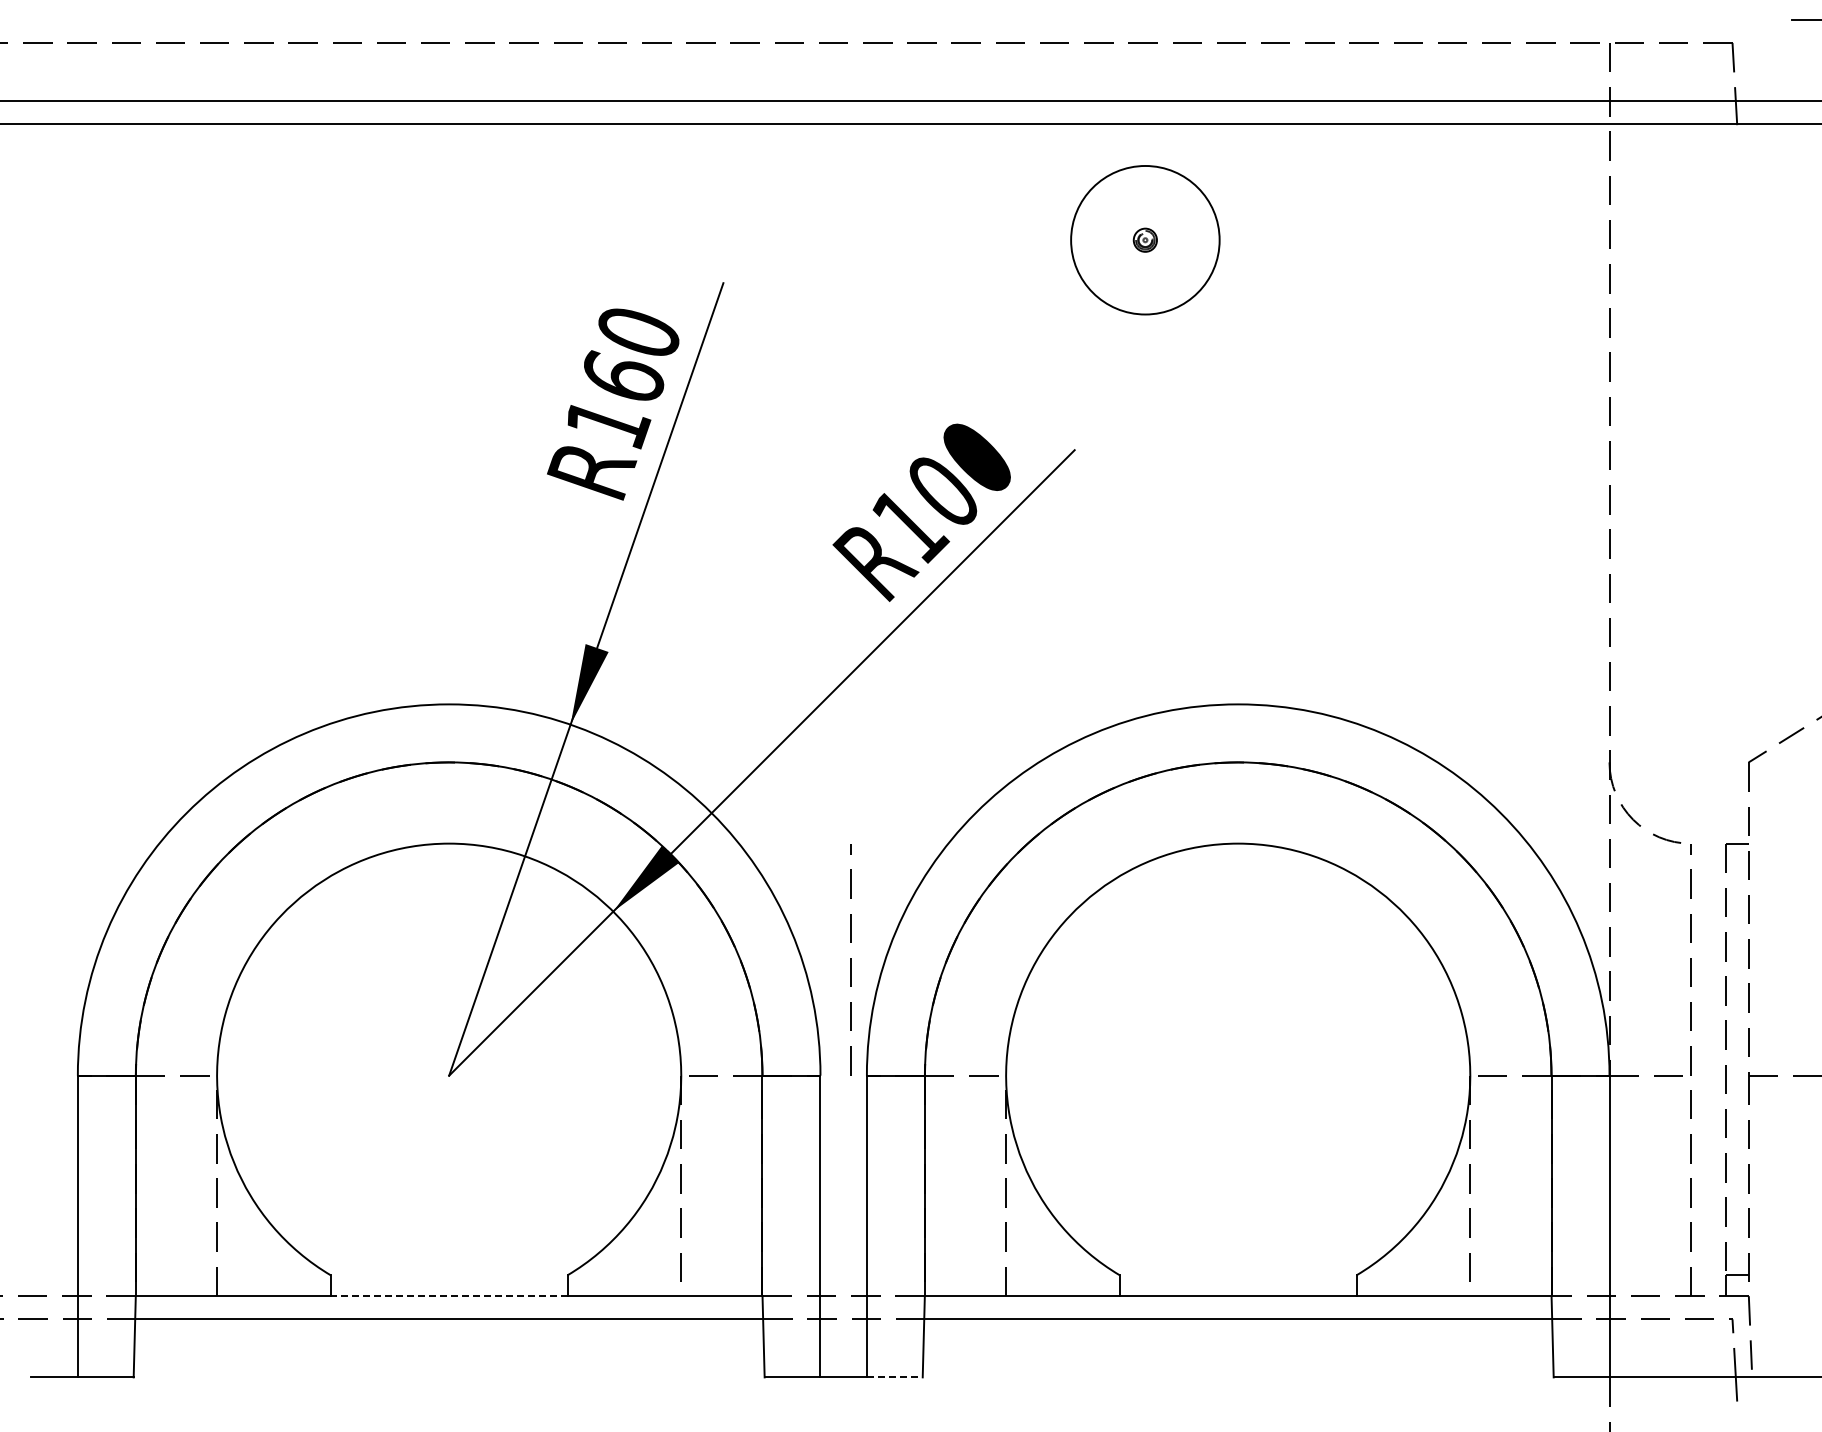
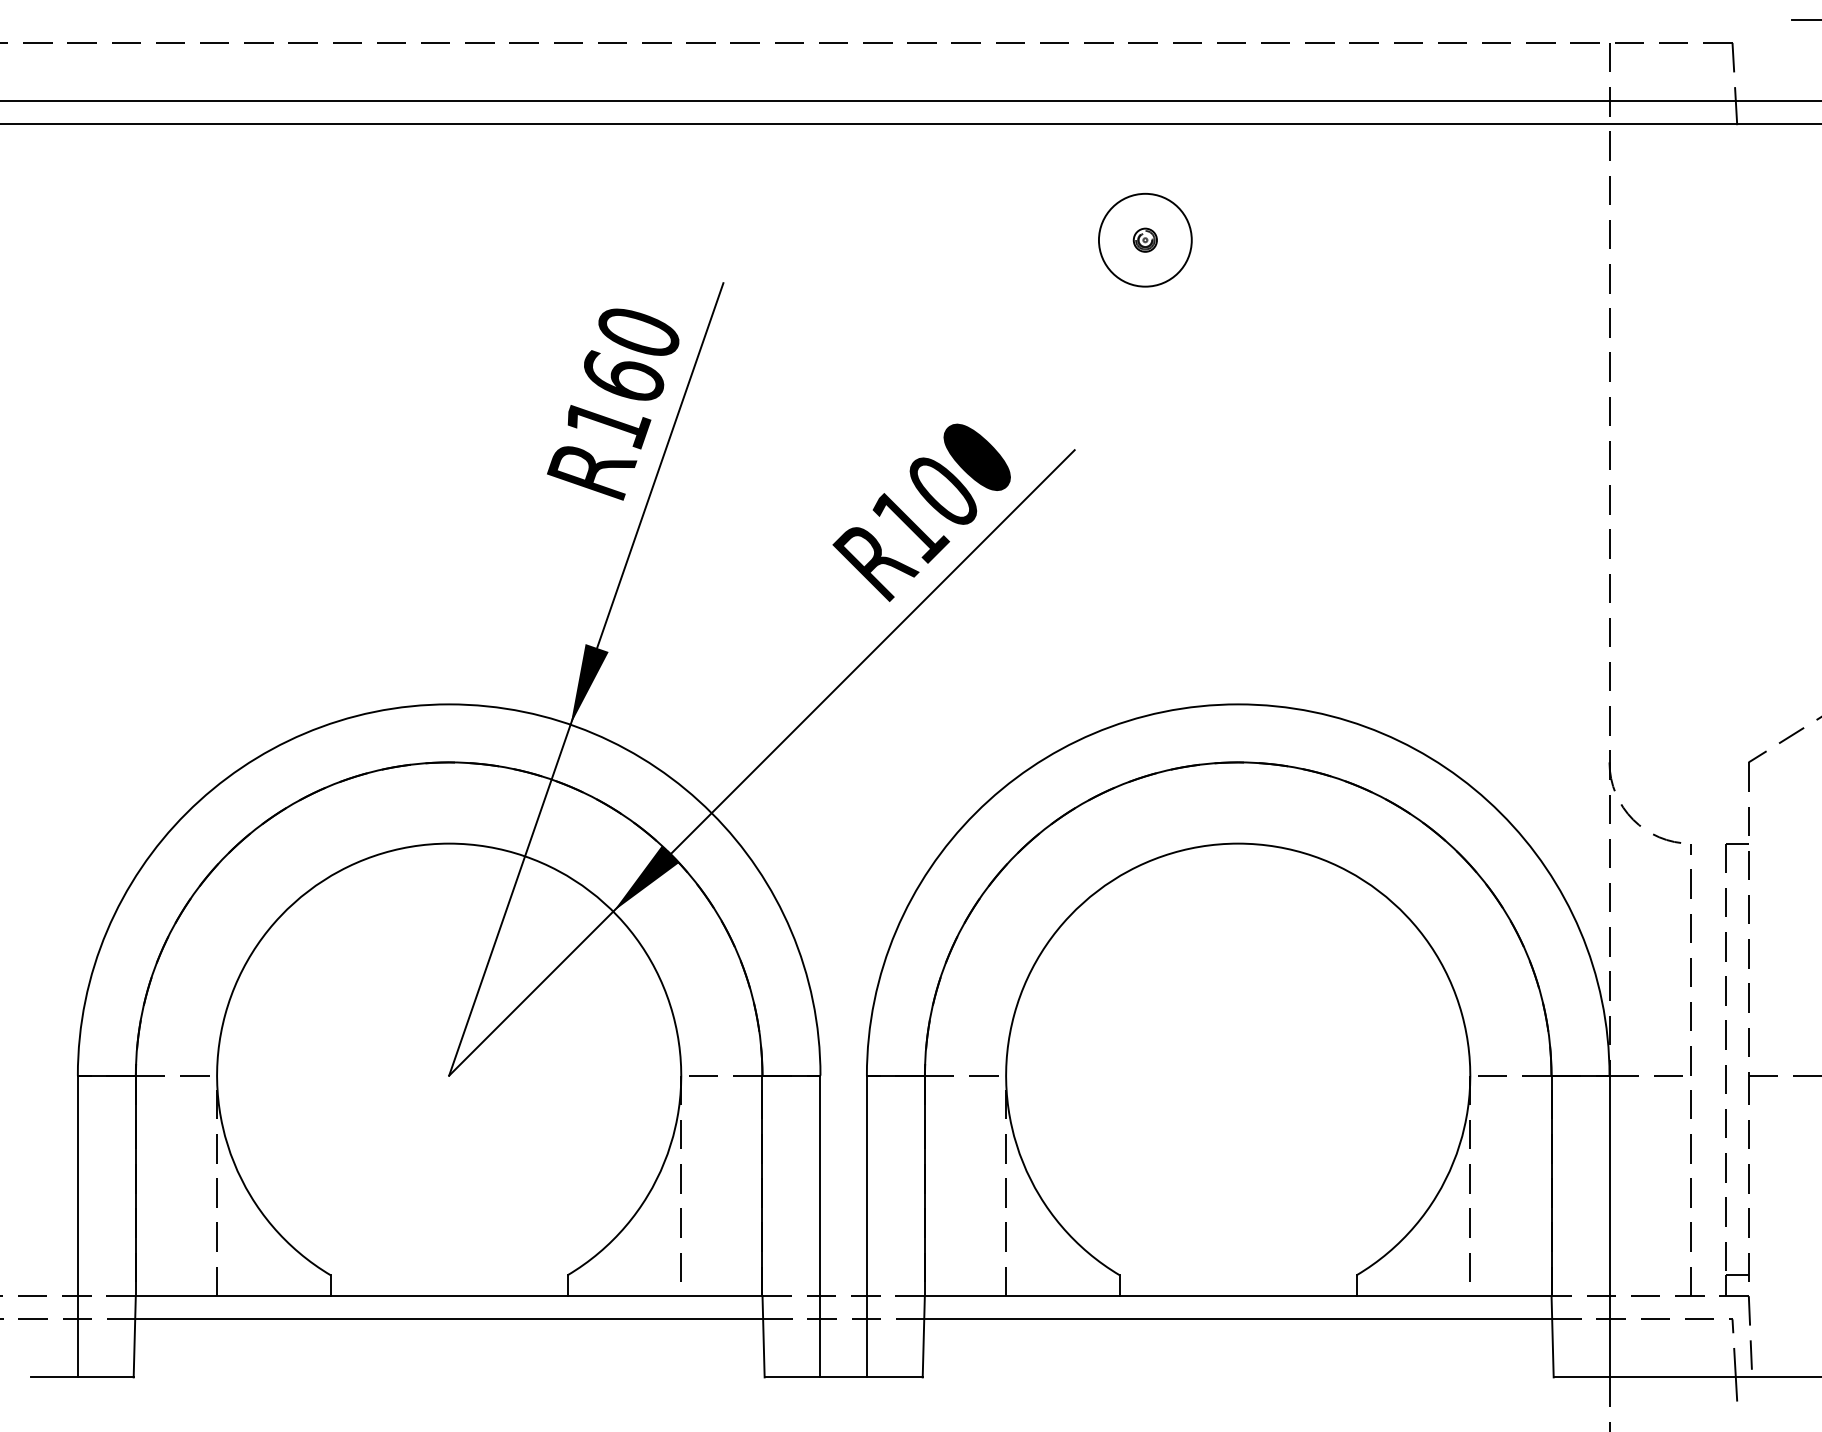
circle at (1145, 239) diameter: 149 px -> 93 px
line at (850, 959): present -> none
line at (448, 1296): dashed -> solid
line at (894, 1377): dashed -> solid
